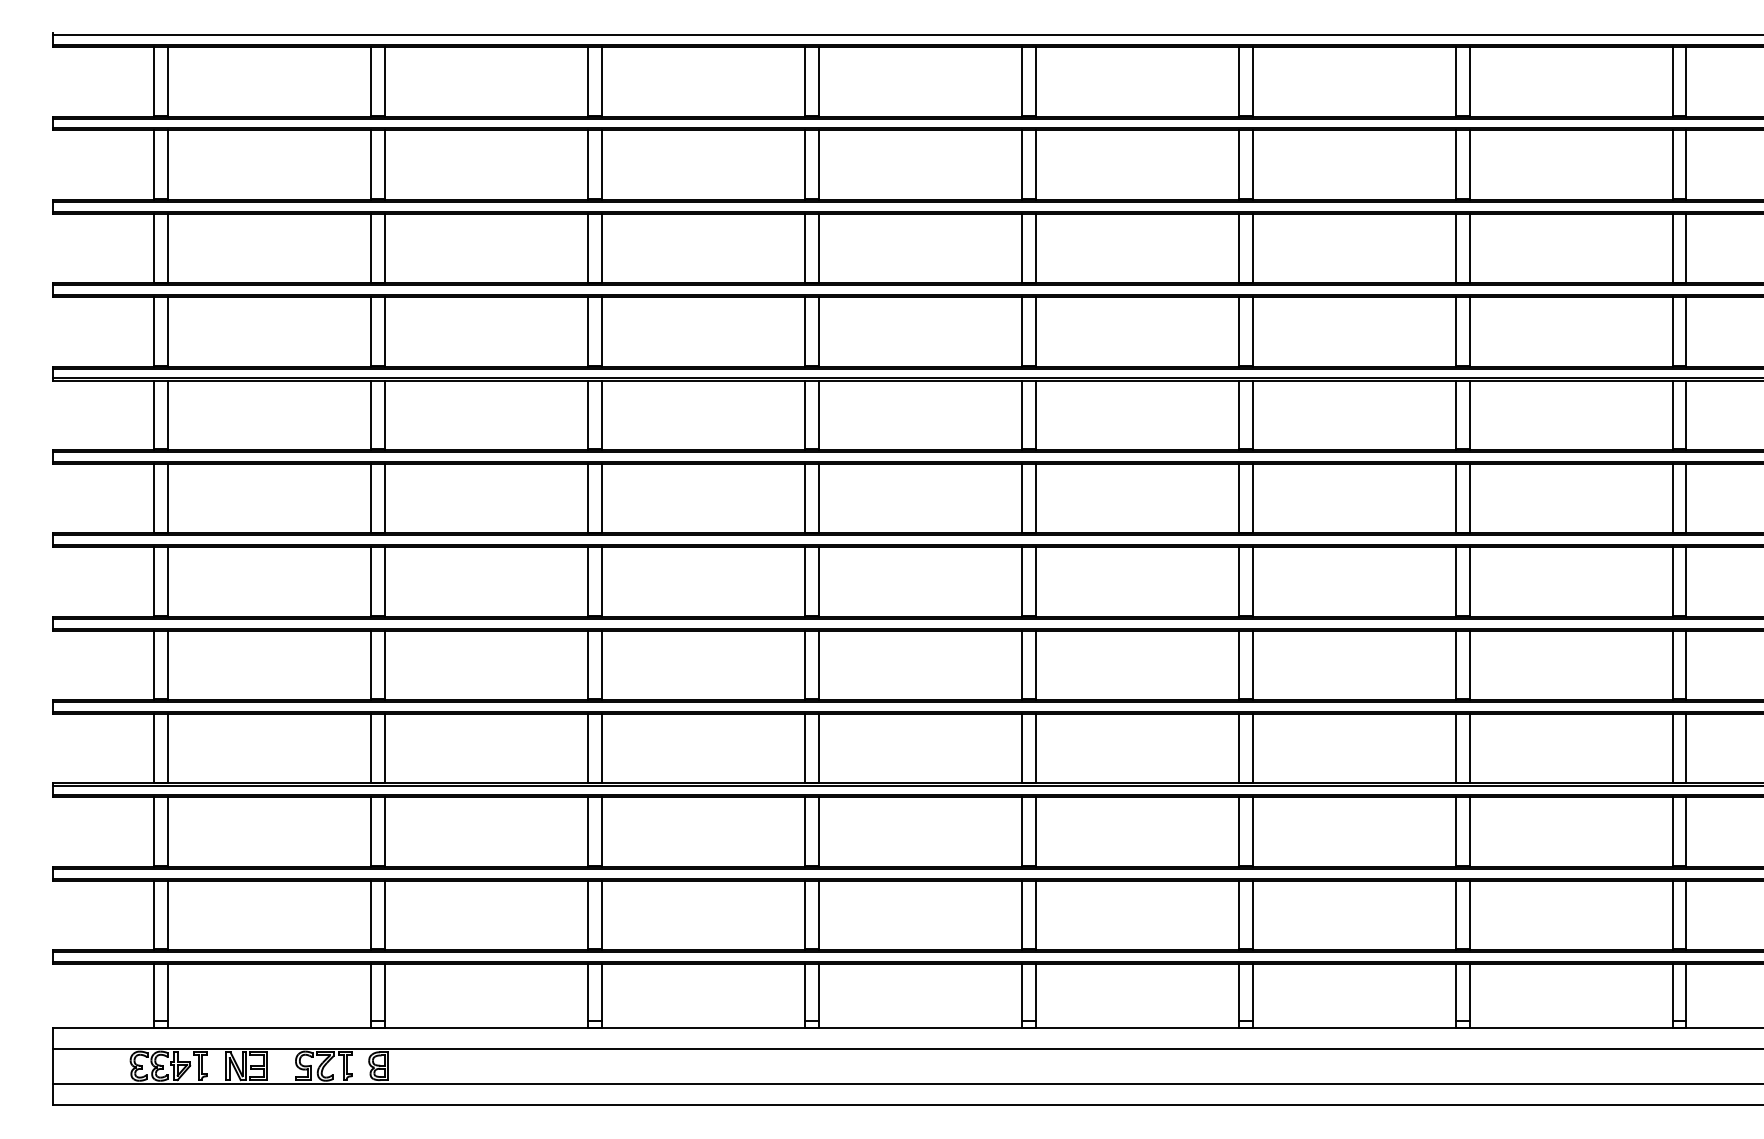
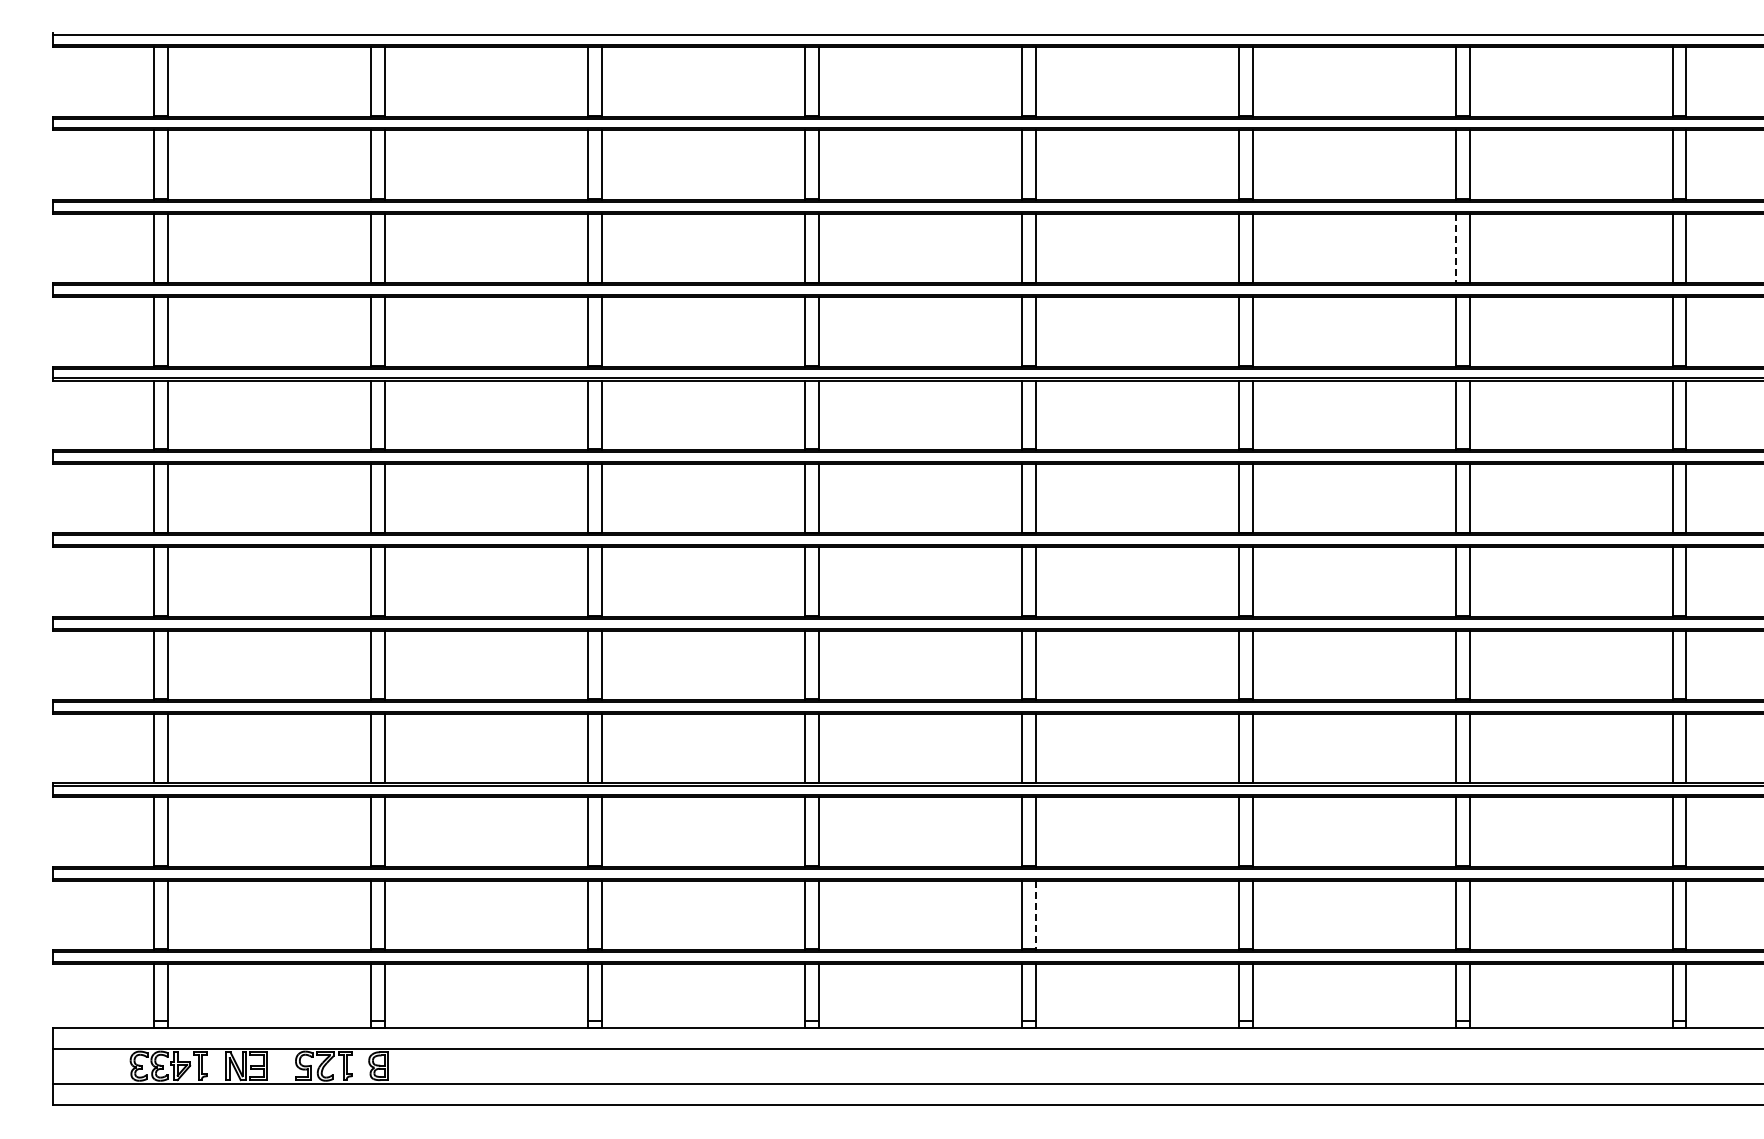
line at (1455, 248): solid -> dashed
line at (1035, 915): solid -> dashed
